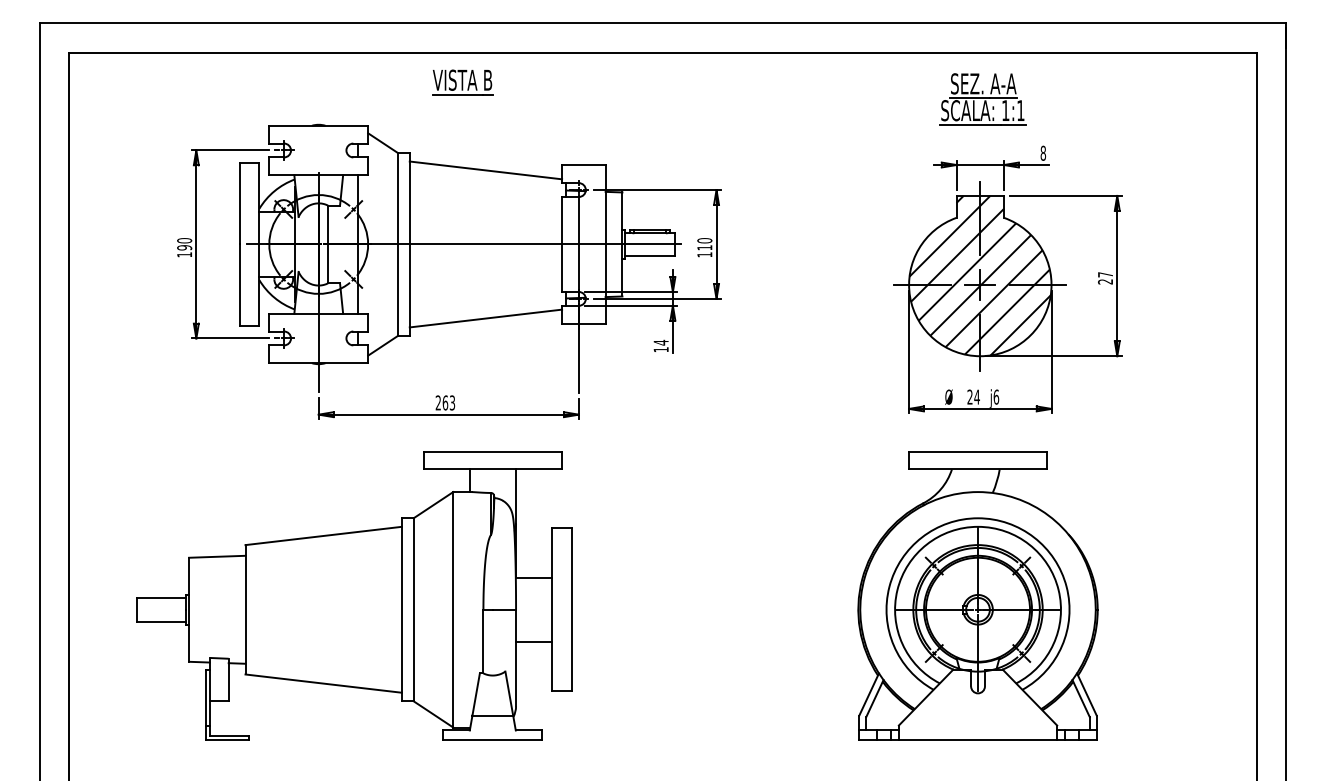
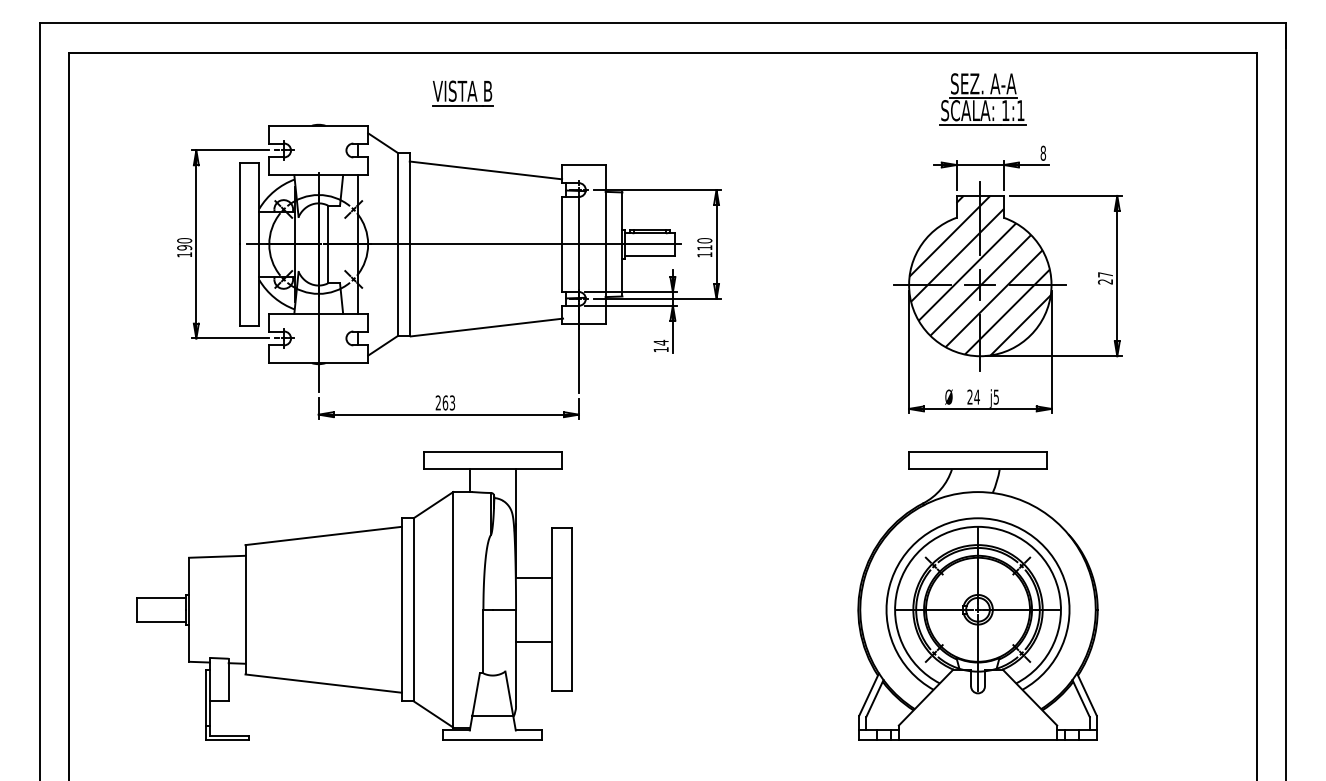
part at (462, 82) position: (462, 82) -> (462, 93)
line at (485, 318) position: (485, 318) -> (486, 327)
text at (996, 396): j6 -> j5
